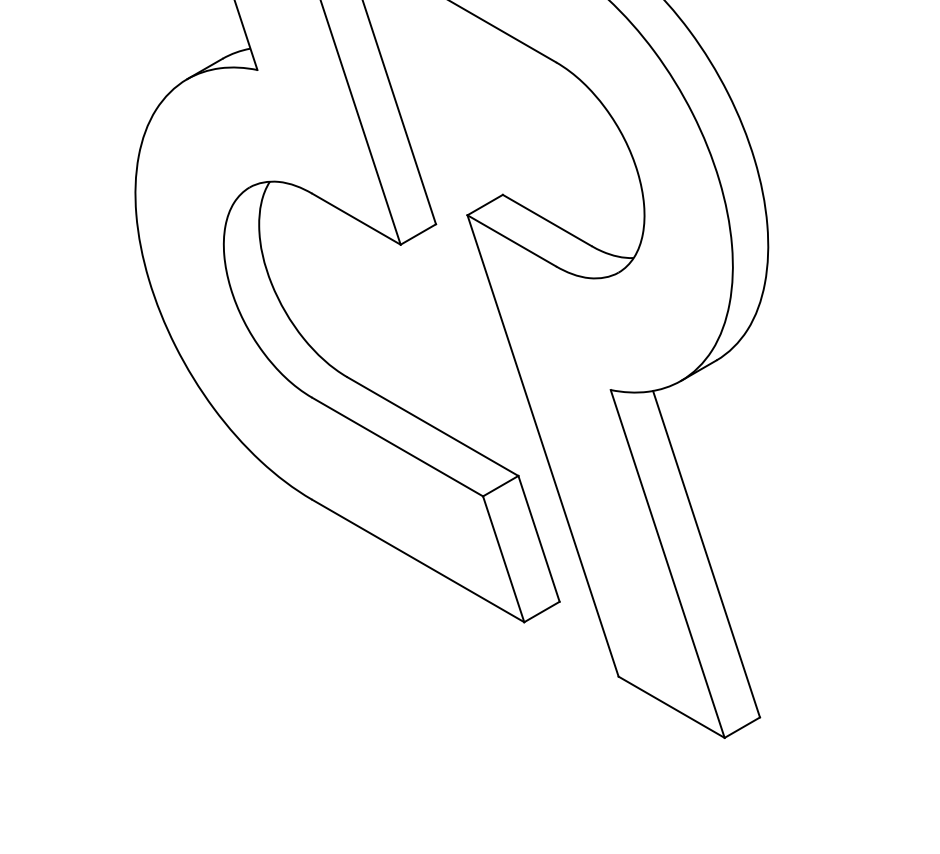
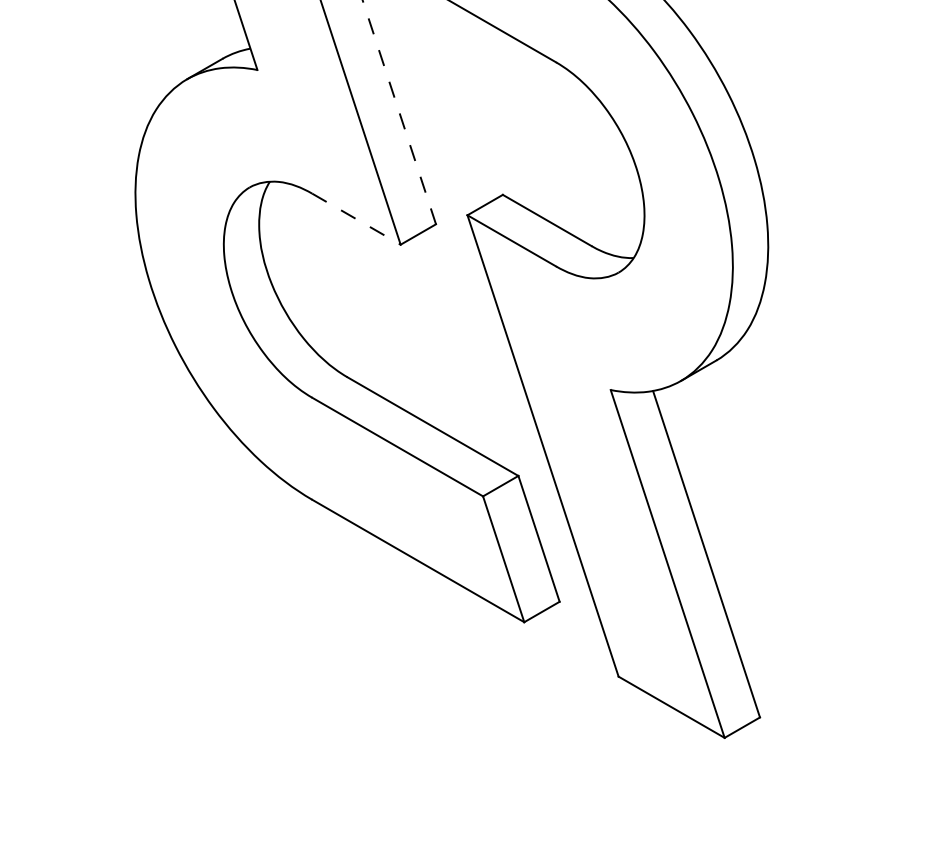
line at (399, 112): solid -> dashed
line at (356, 219): solid -> dashed
